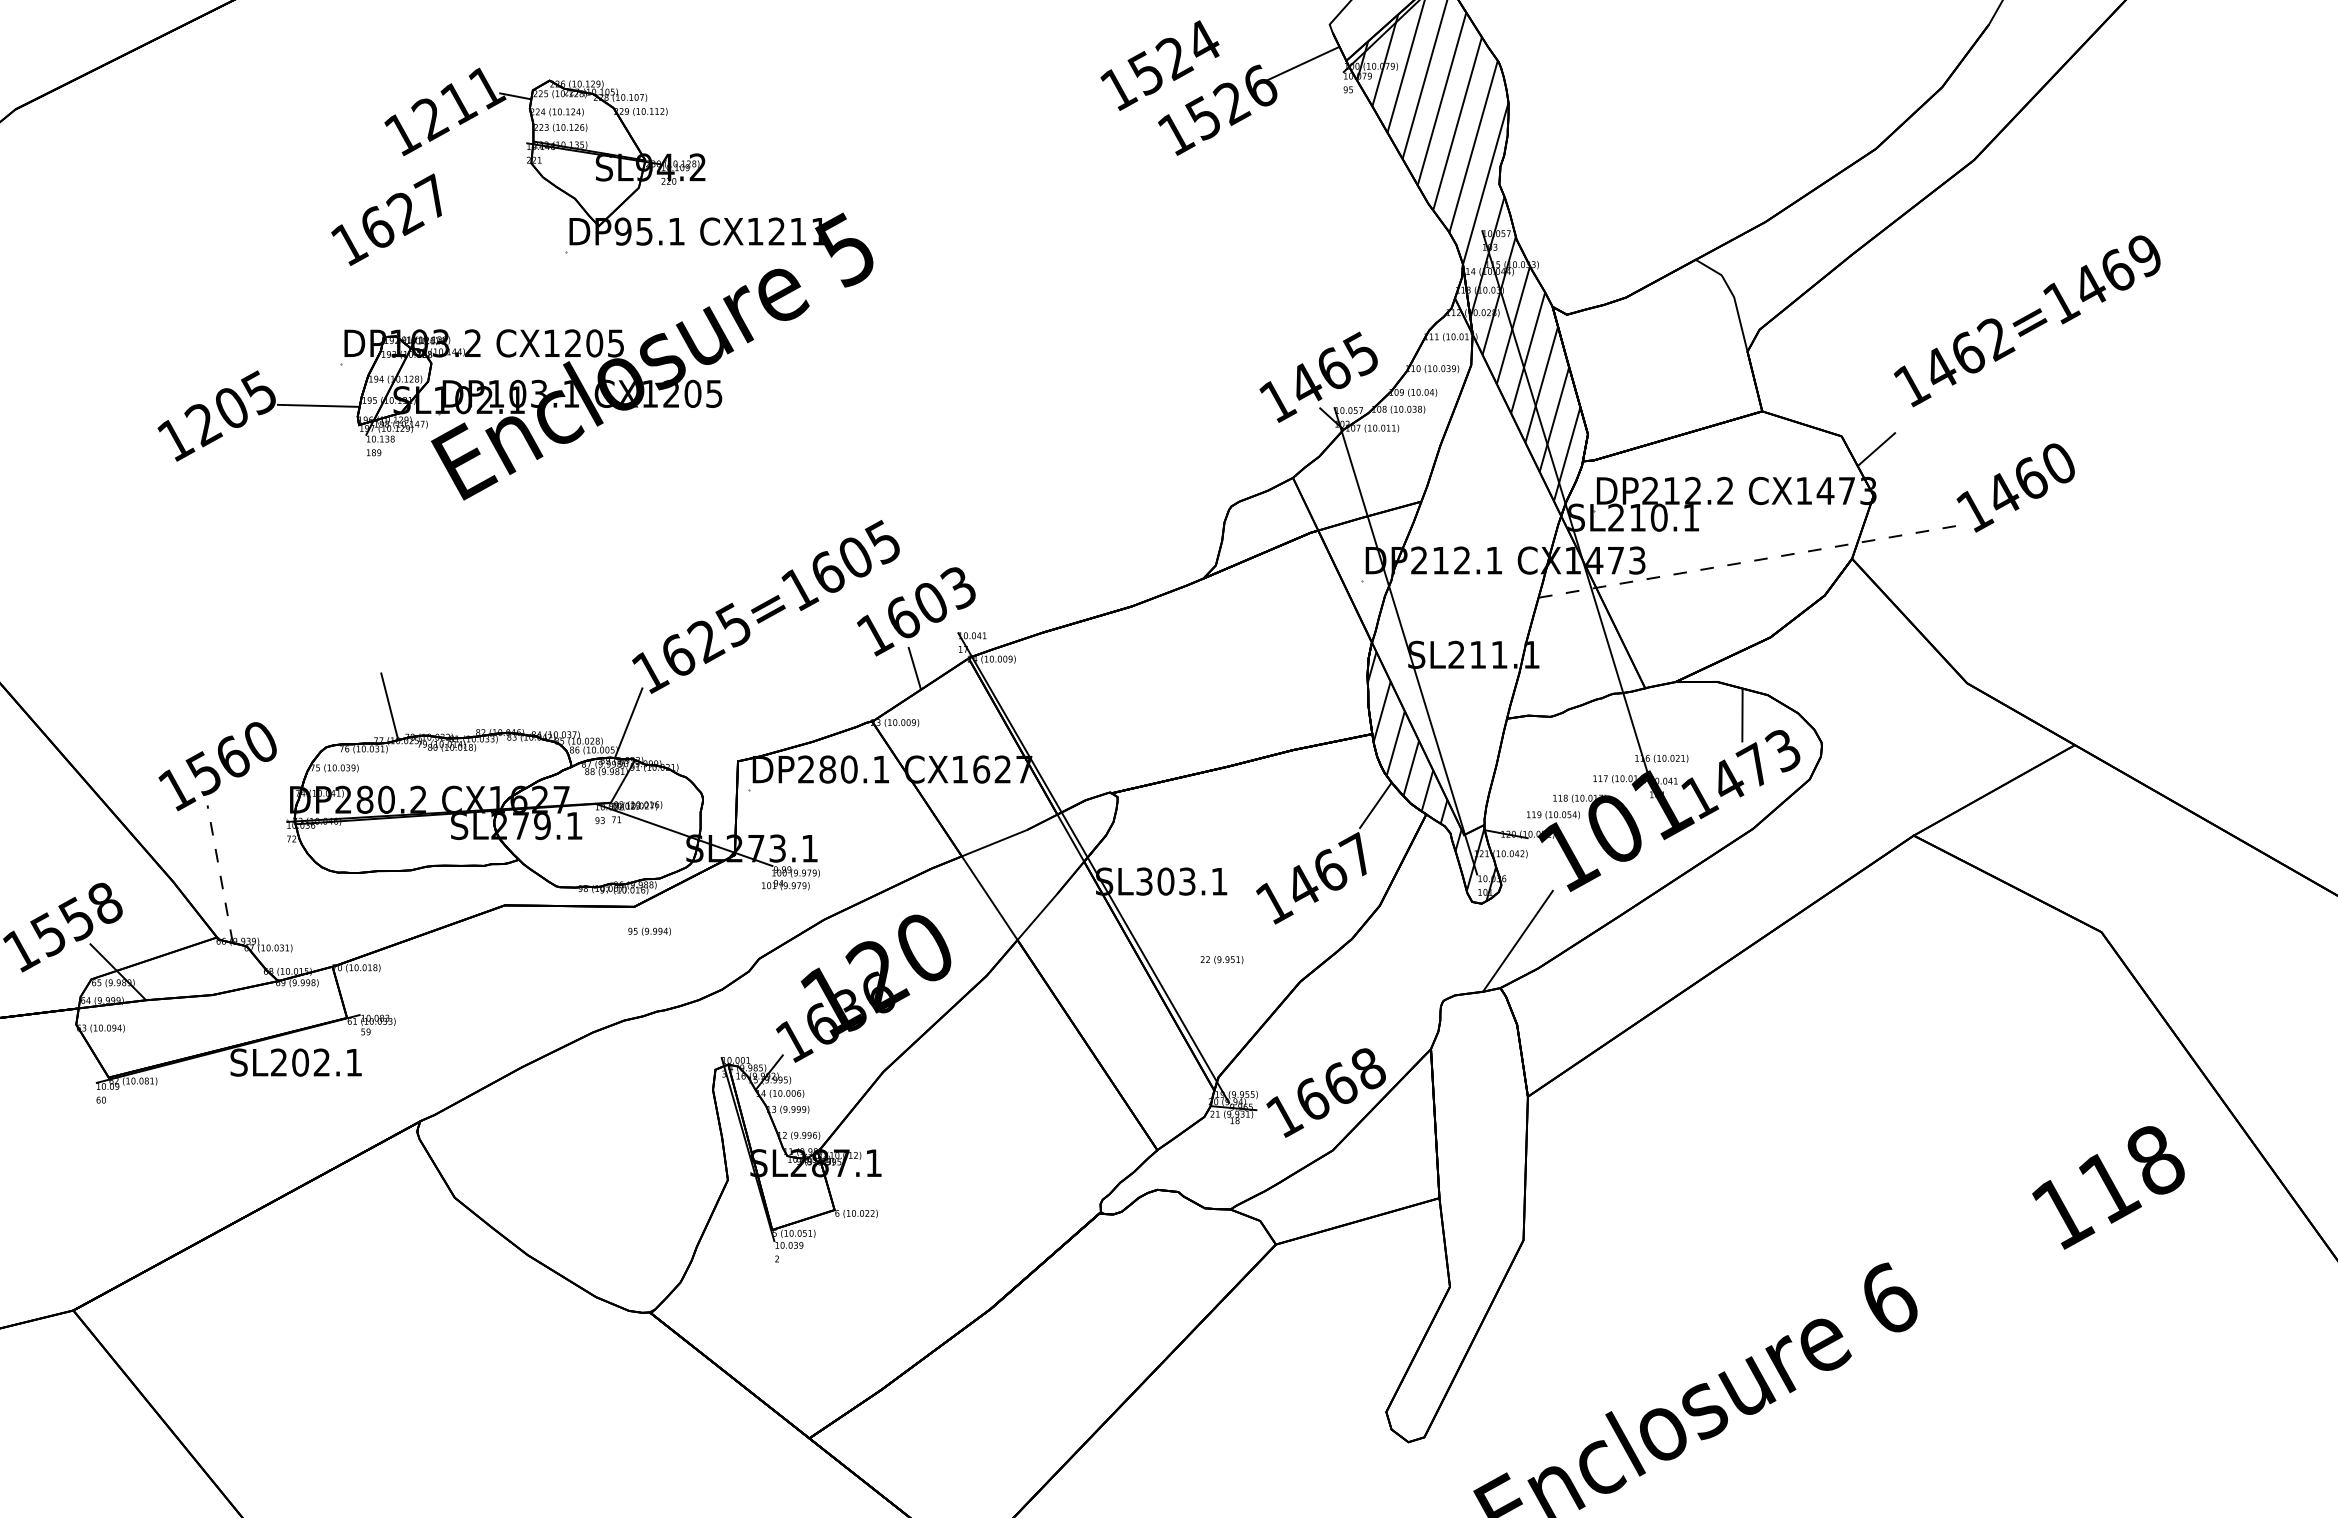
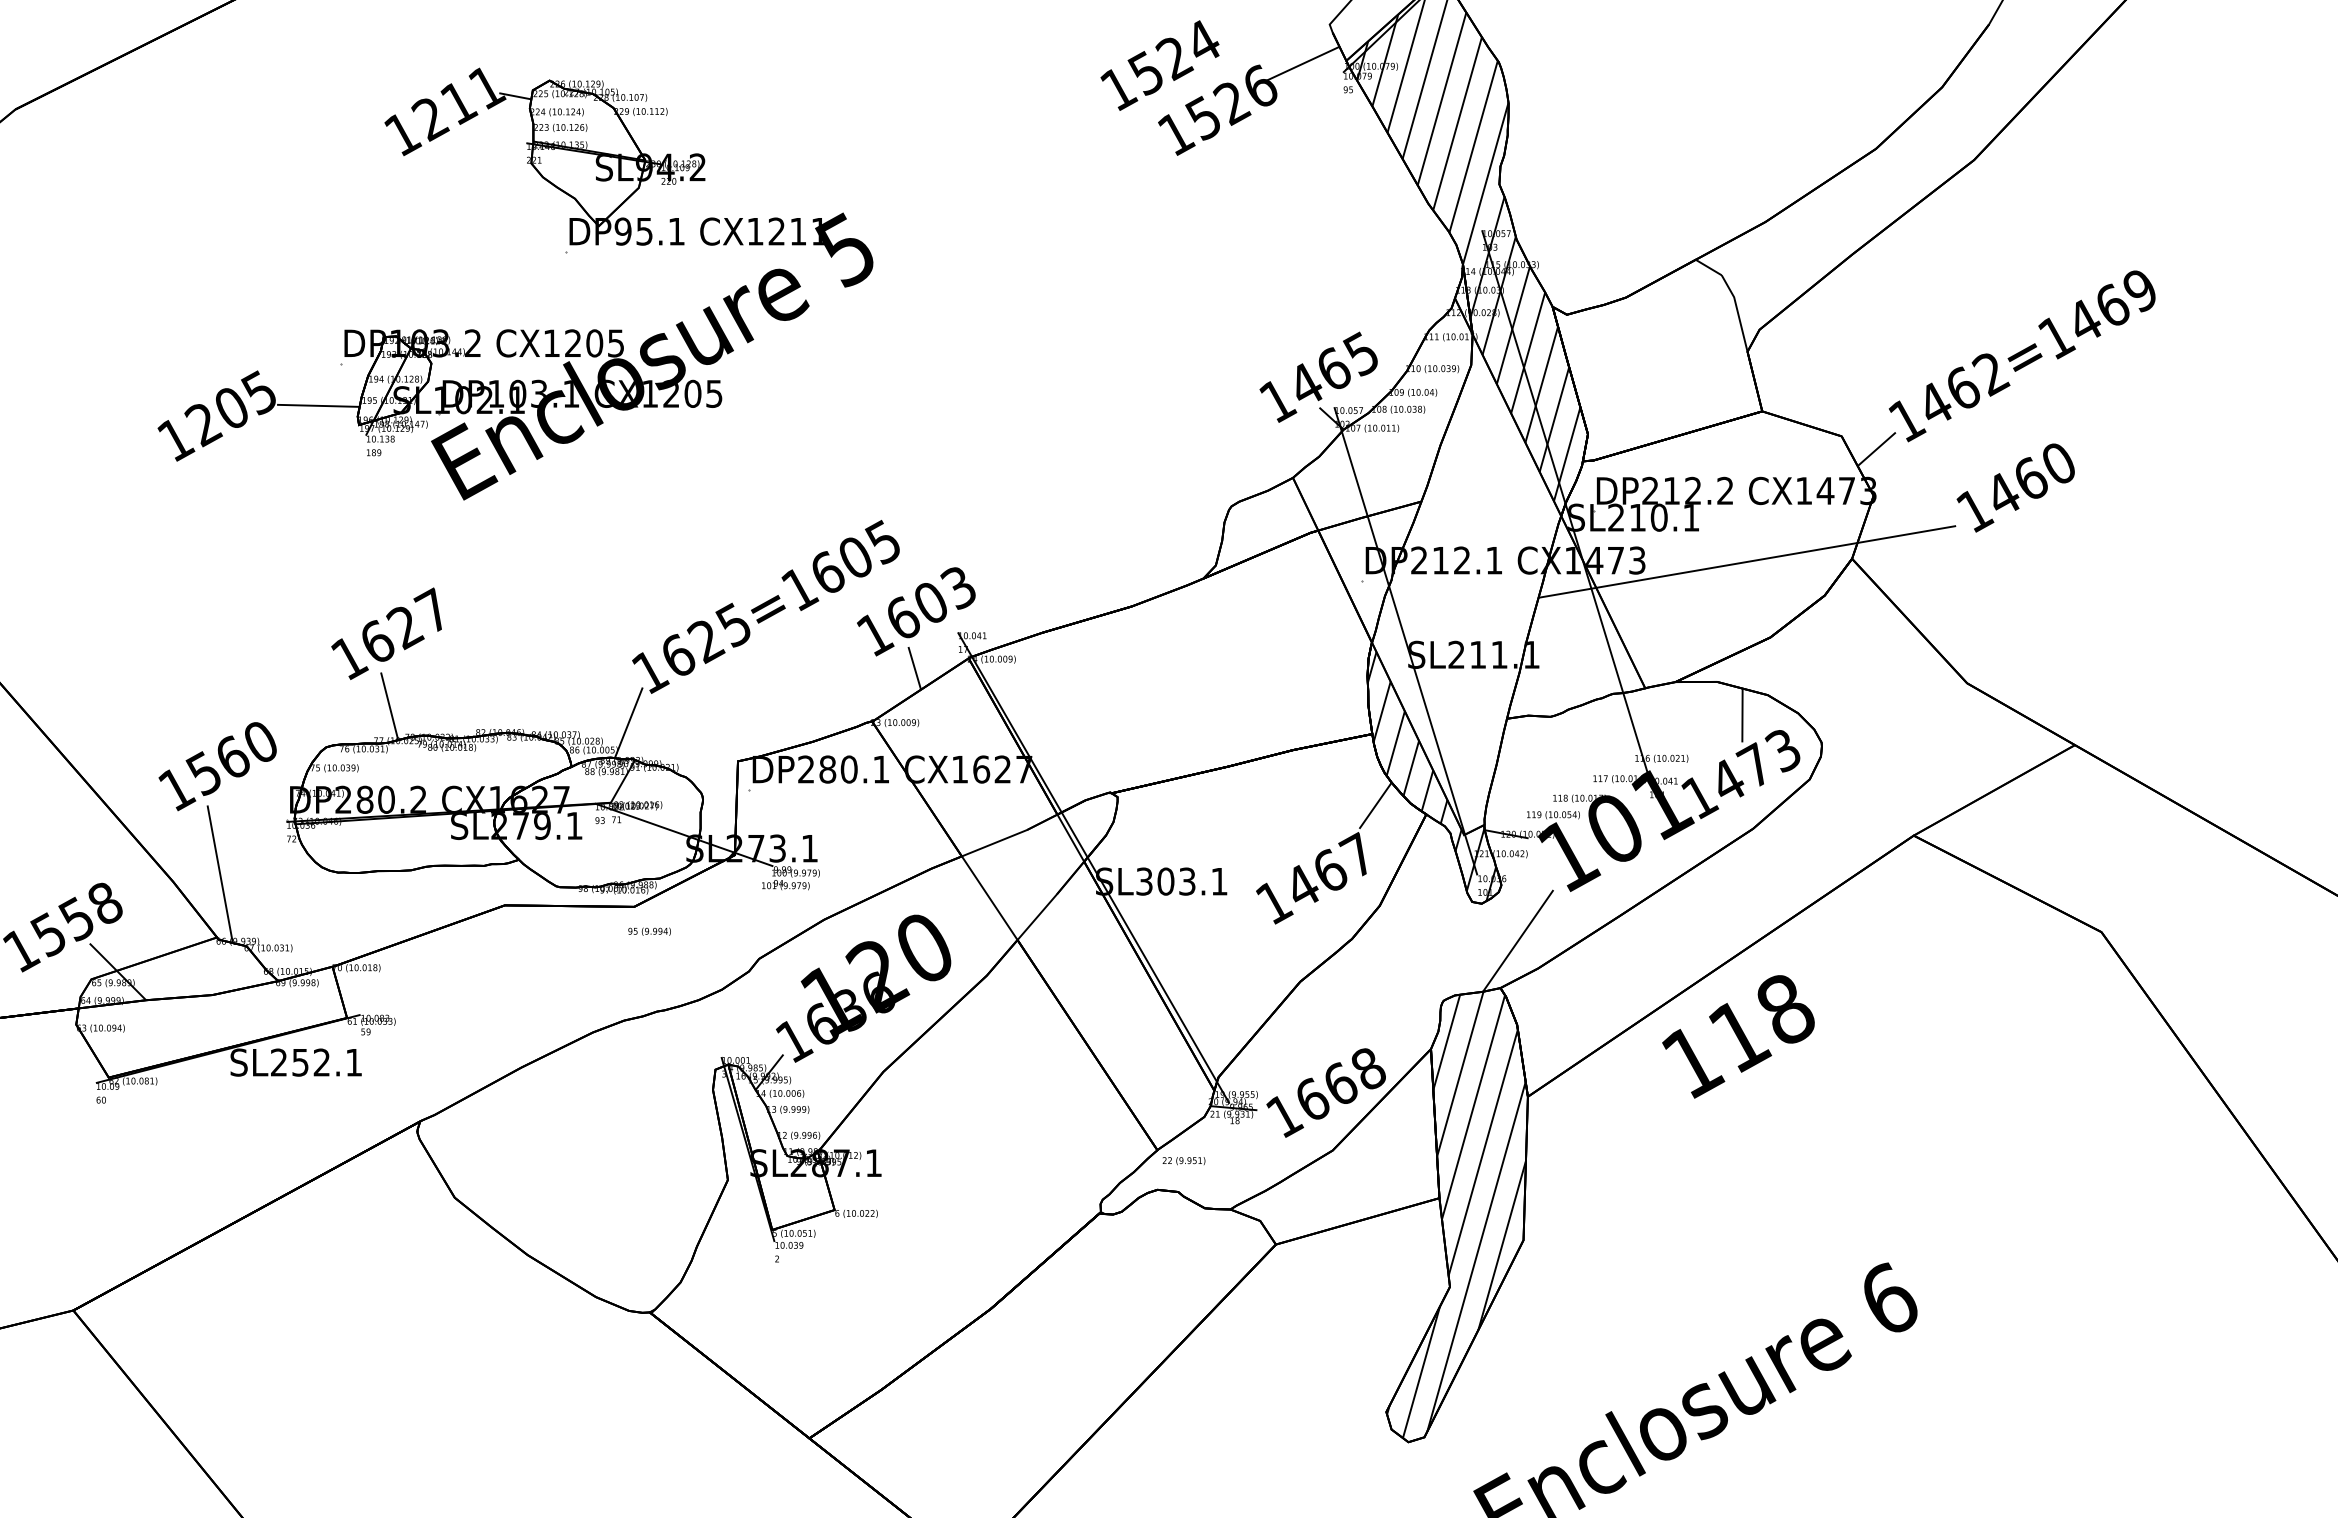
text at (386, 219) position: (386, 219) -> (386, 633)
text at (2026, 321) position: (2026, 321) -> (2021, 356)
line at (1747, 561): dashed -> solid
line at (220, 874): dashed -> solid
text at (1221, 960) position: (1221, 960) -> (1183, 1161)
text at (300, 1062): SL202.1 -> SL252.1
text at (2108, 1187) position: (2108, 1187) -> (1738, 1036)
hatch at (1456, 1214): none -> present
